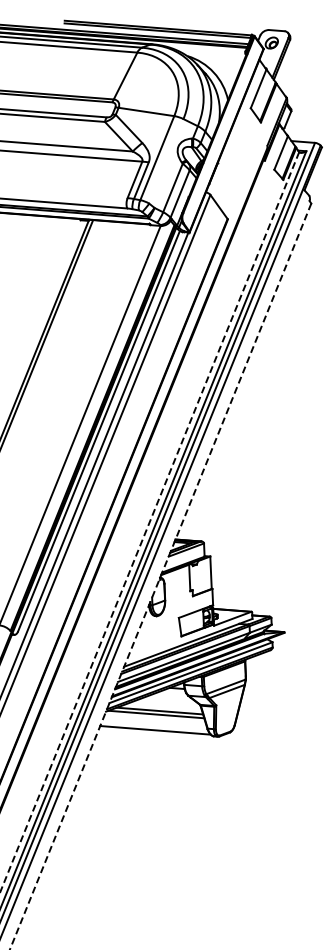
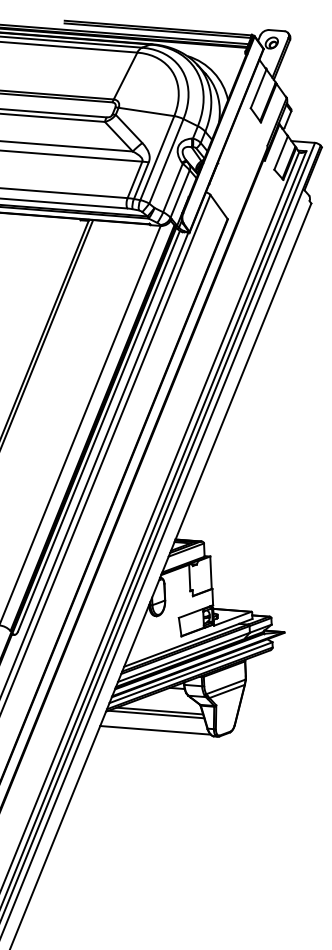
line at (166, 161): none -> present
line at (64, 193): none -> present
line at (149, 522): dashed -> solid
line at (160, 577): dashed -> solid
